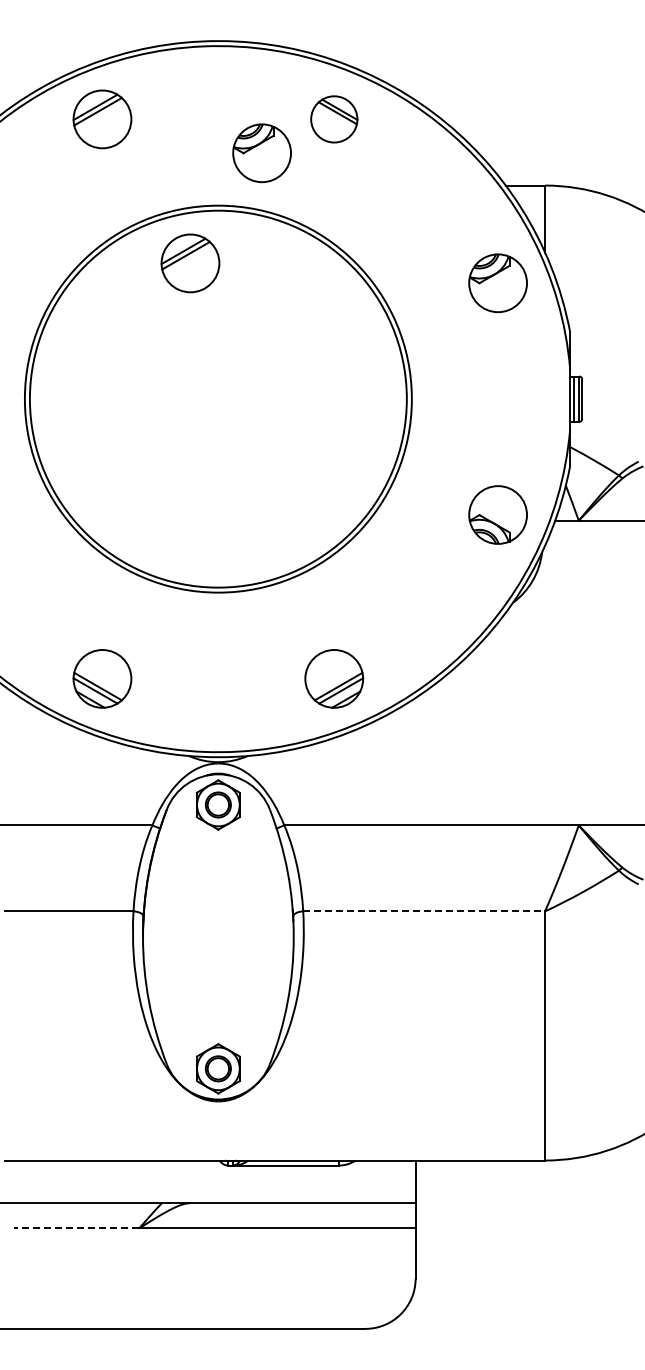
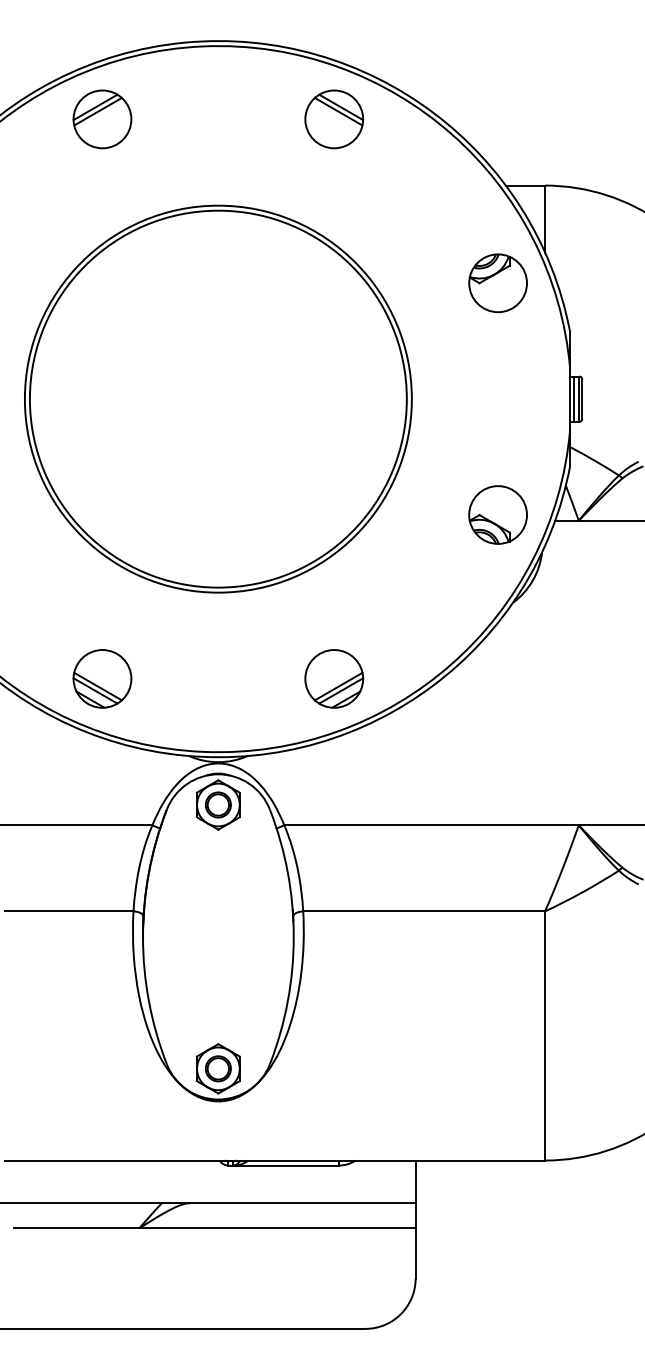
part at (334, 119) size: 49x49 px -> 61x61 px
part at (261, 153): present -> none
part at (190, 263): present -> none
line at (424, 911): dashed -> solid
line at (76, 1228): dashed -> solid
